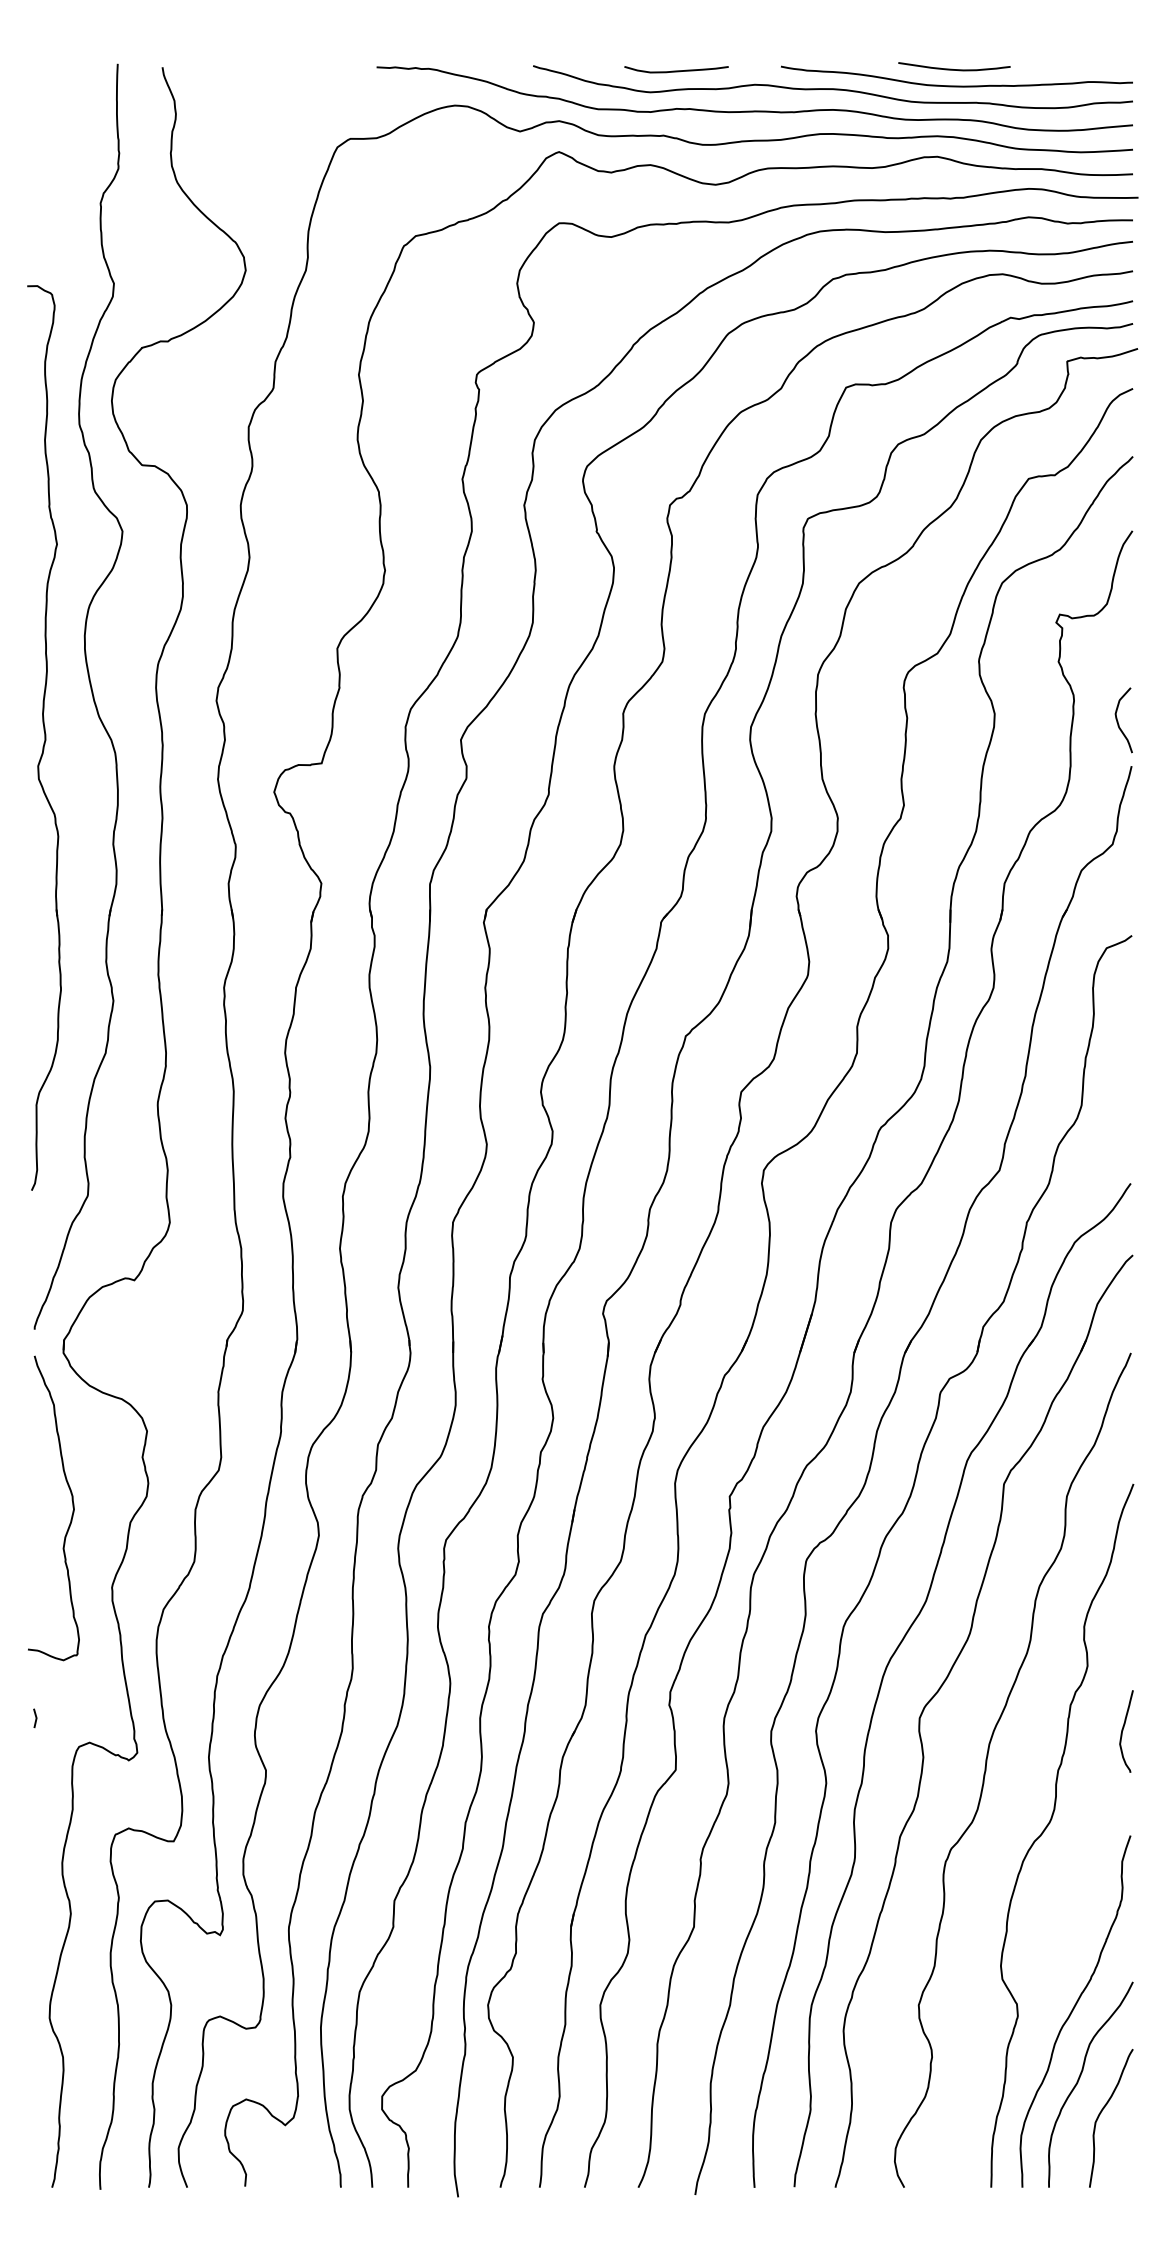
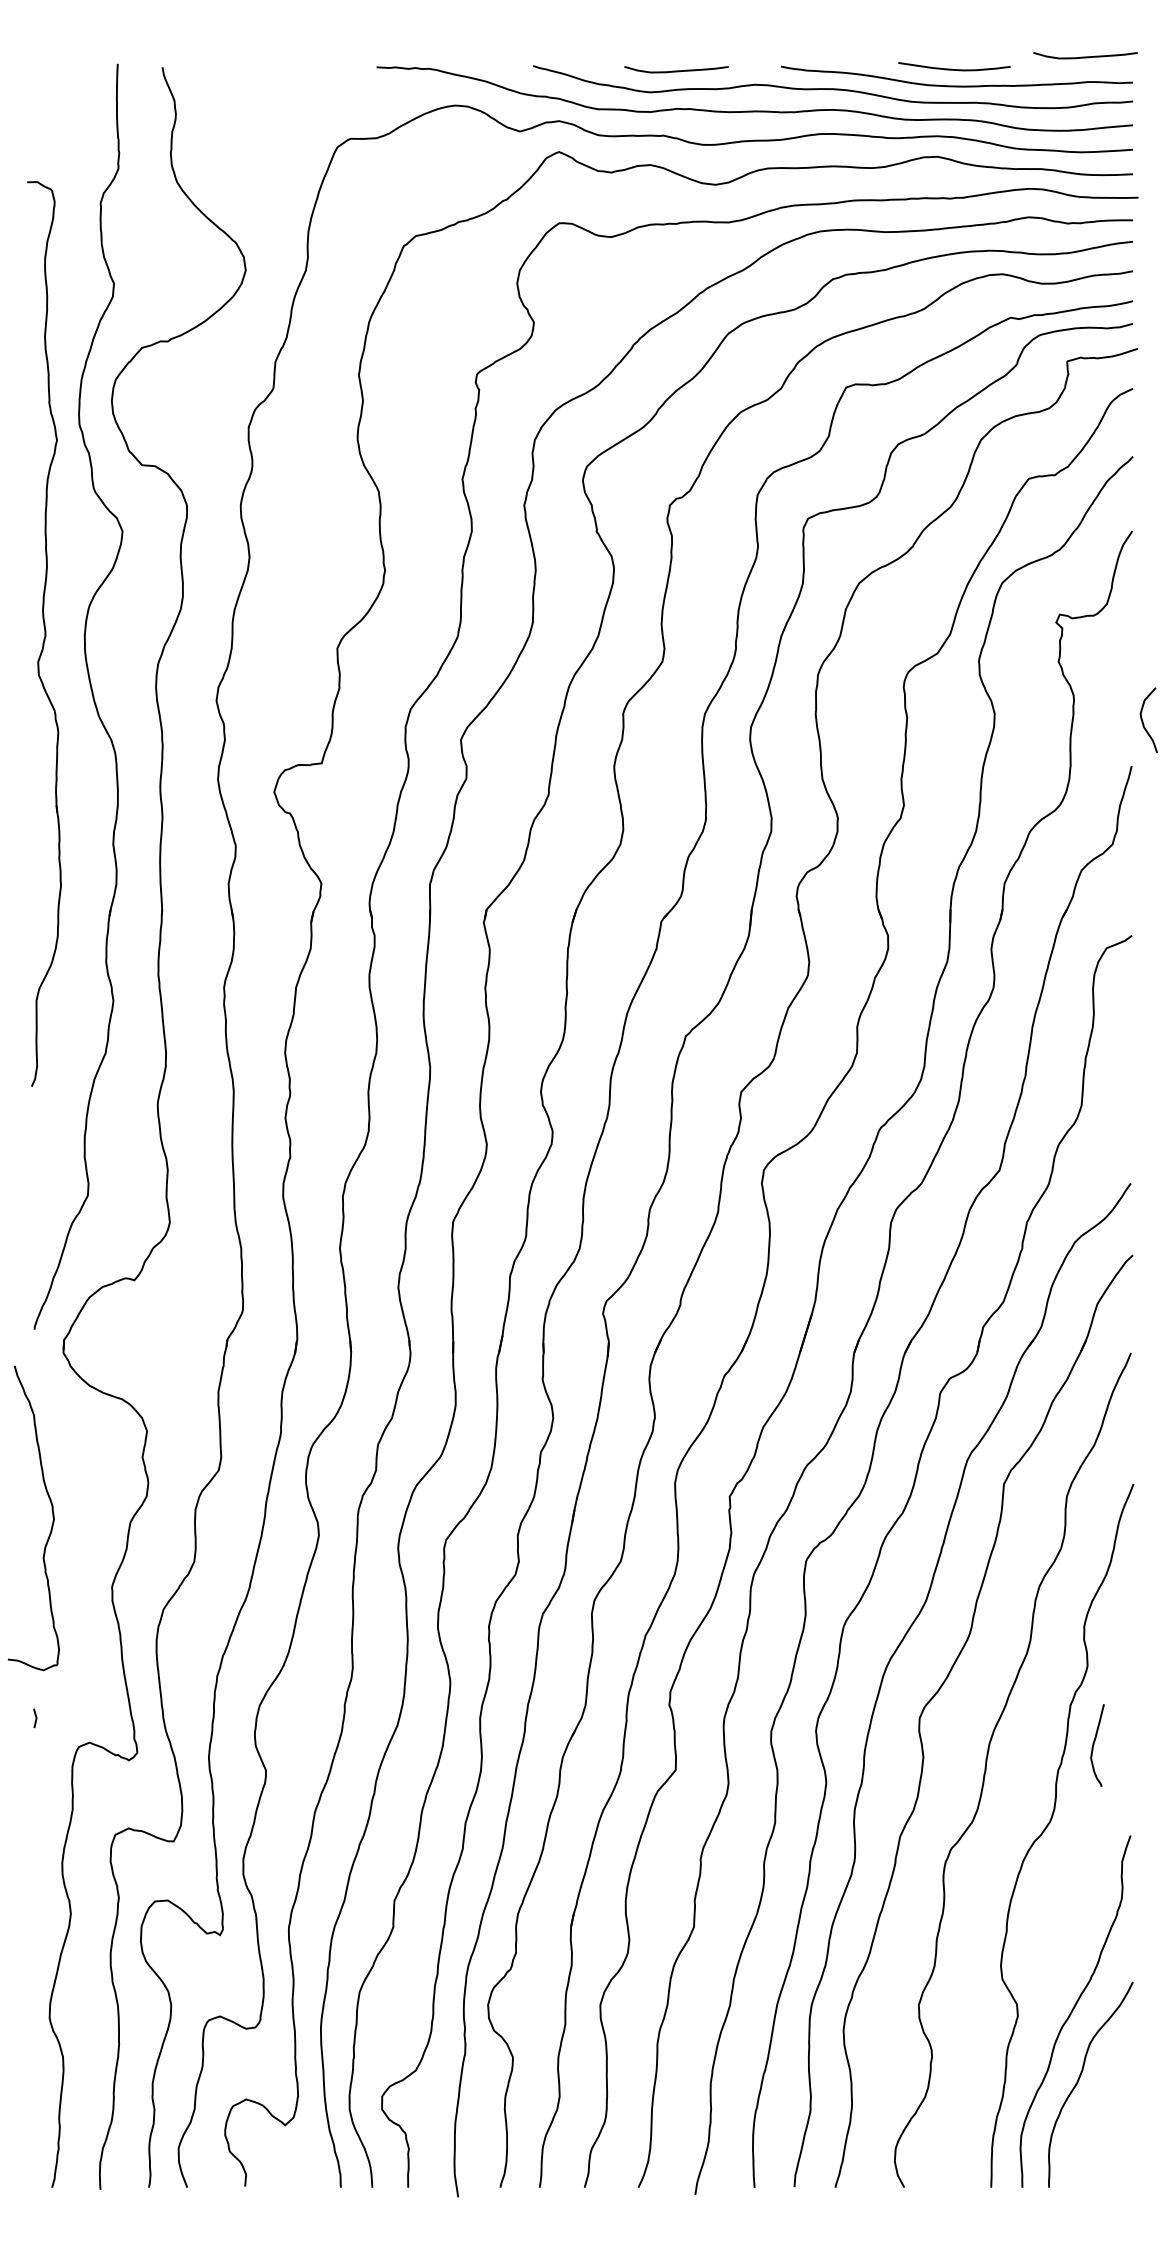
curve at (1085, 56): none -> present
curve at (1118, 721) position: (1118, 721) -> (1143, 721)
part at (44, 737) position: (44, 737) -> (44, 633)
curve at (72, 1507) position: (72, 1507) -> (52, 1517)
curve at (1123, 1730) position: (1123, 1730) -> (1094, 1744)
curve at (1101, 2113): present -> none
